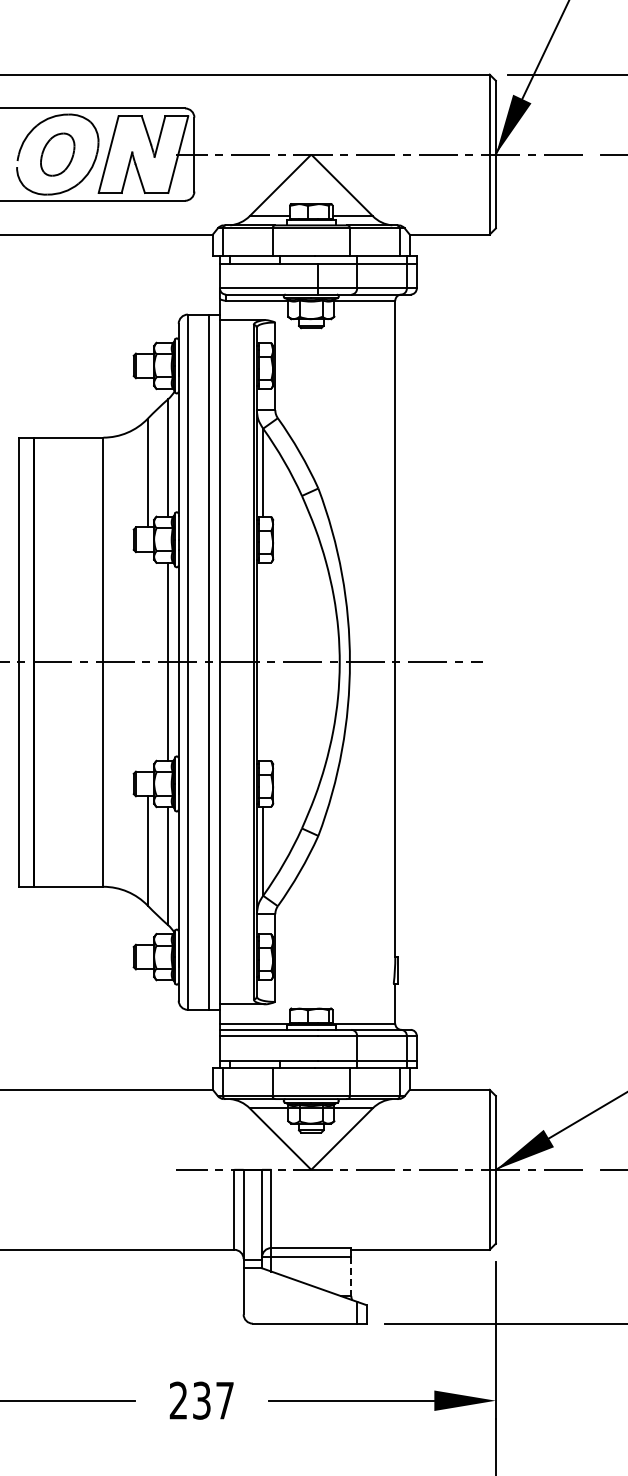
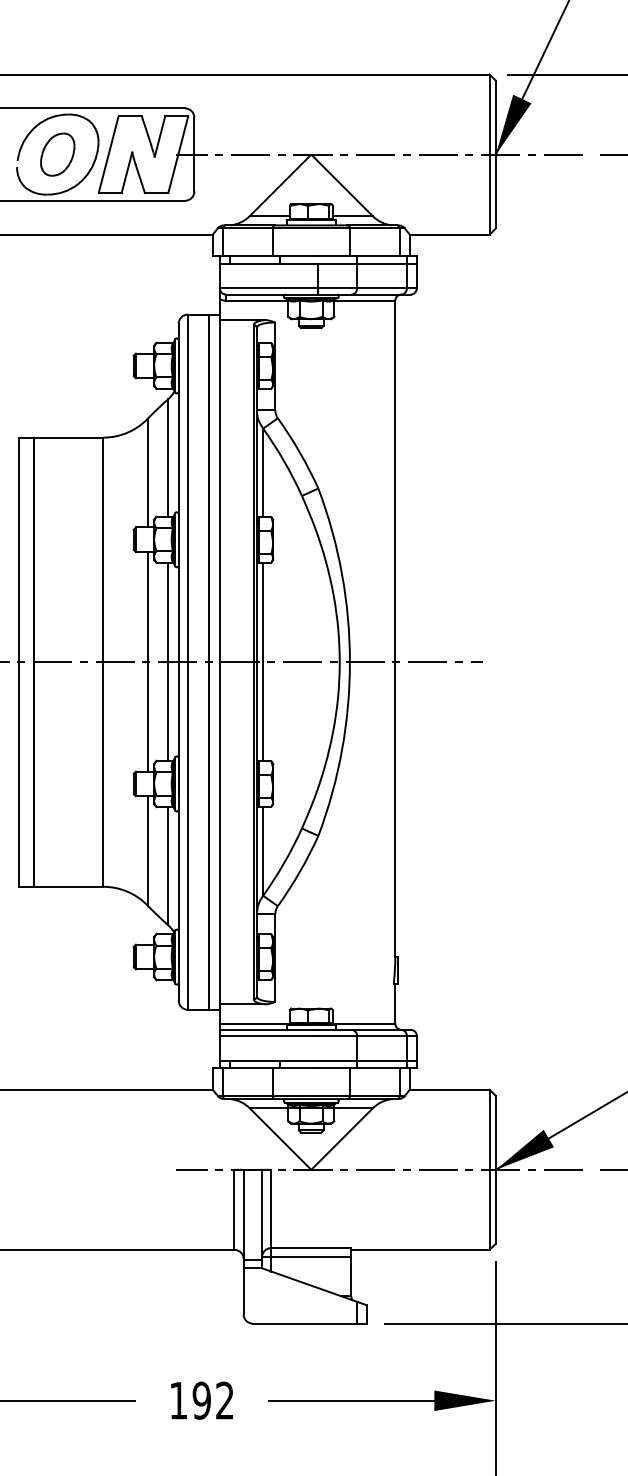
line at (147, 661): none -> present
line at (263, 661): none -> present
line at (351, 1277): dashed -> solid
text at (201, 1400): 237 -> 192
